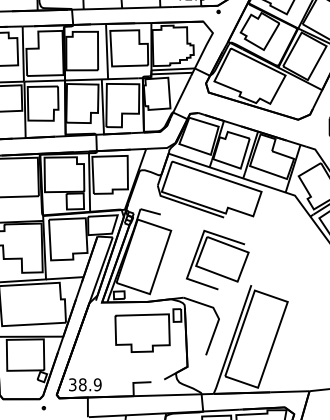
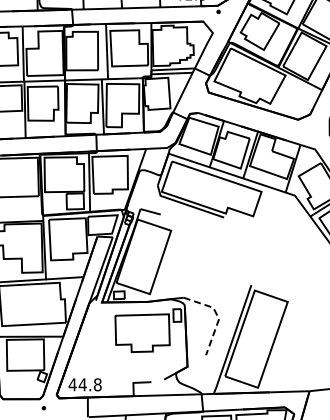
part at (217, 259): present -> none
line at (217, 316): solid -> dashed
text at (84, 384): 38.9 -> 44.8
